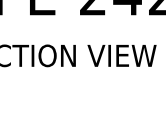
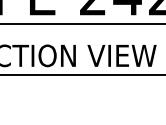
line at (82, 23): none -> present
line at (82, 74): none -> present
